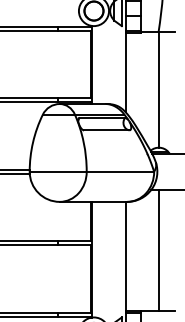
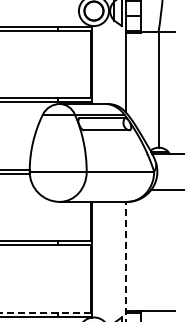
line at (159, 250): present -> none
line at (125, 261): solid -> dashed
line at (45, 312): solid -> dashed
